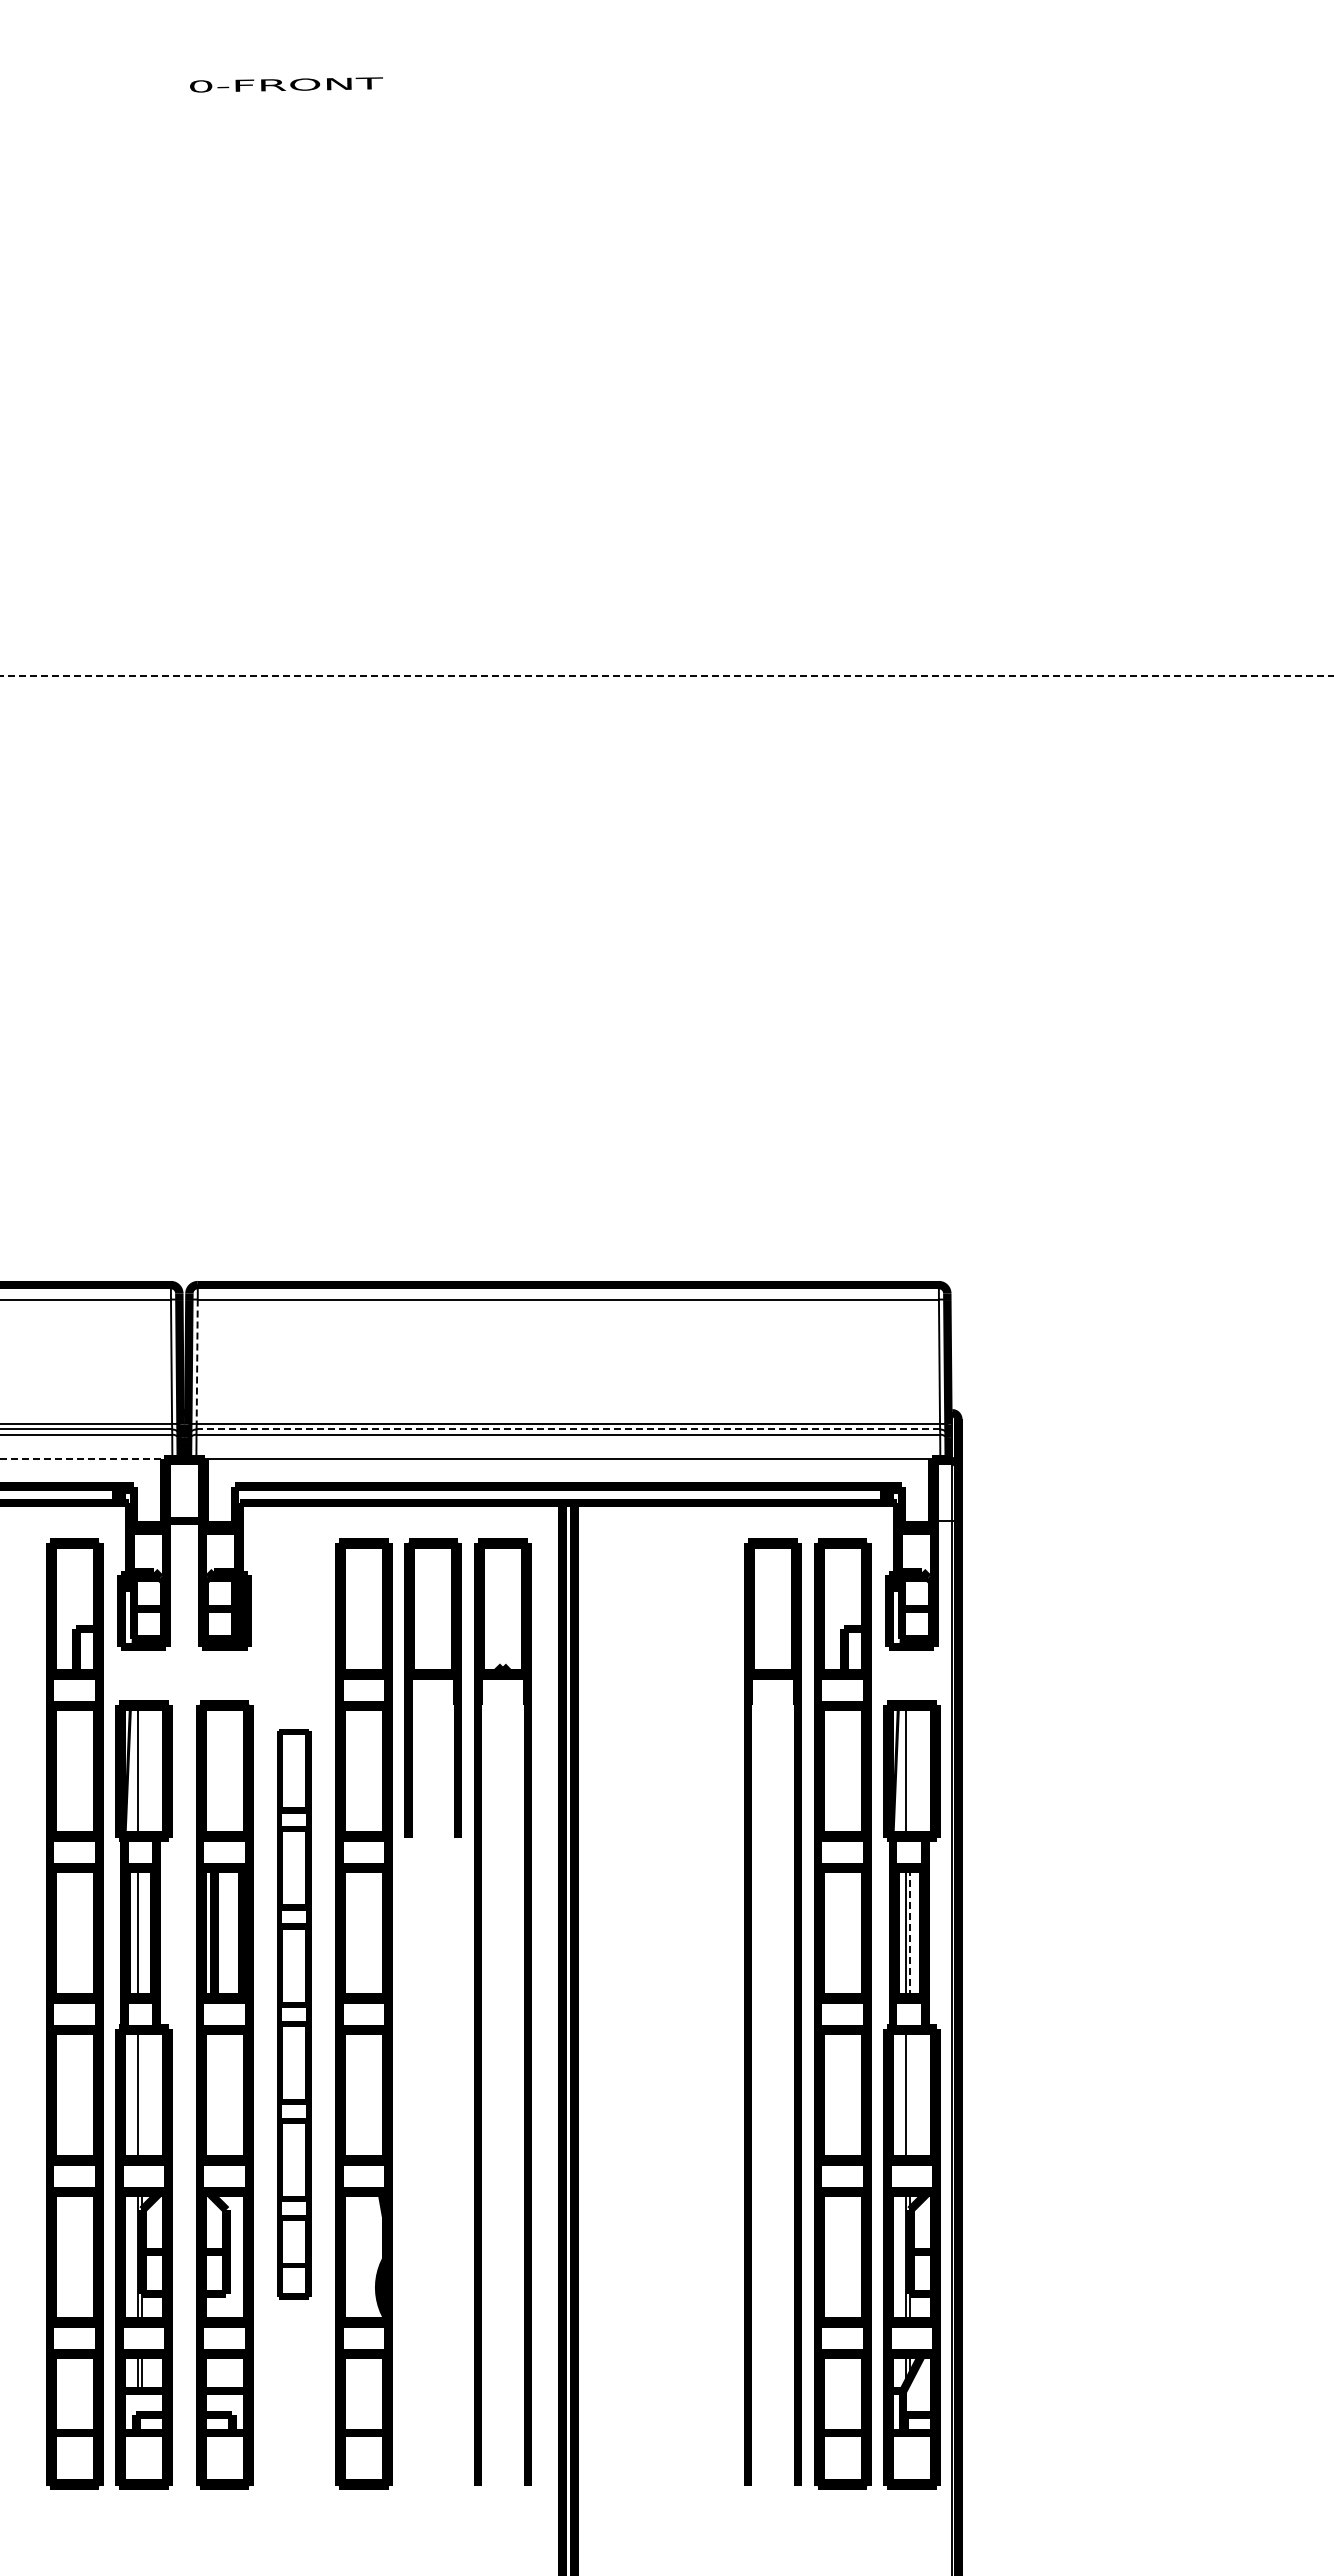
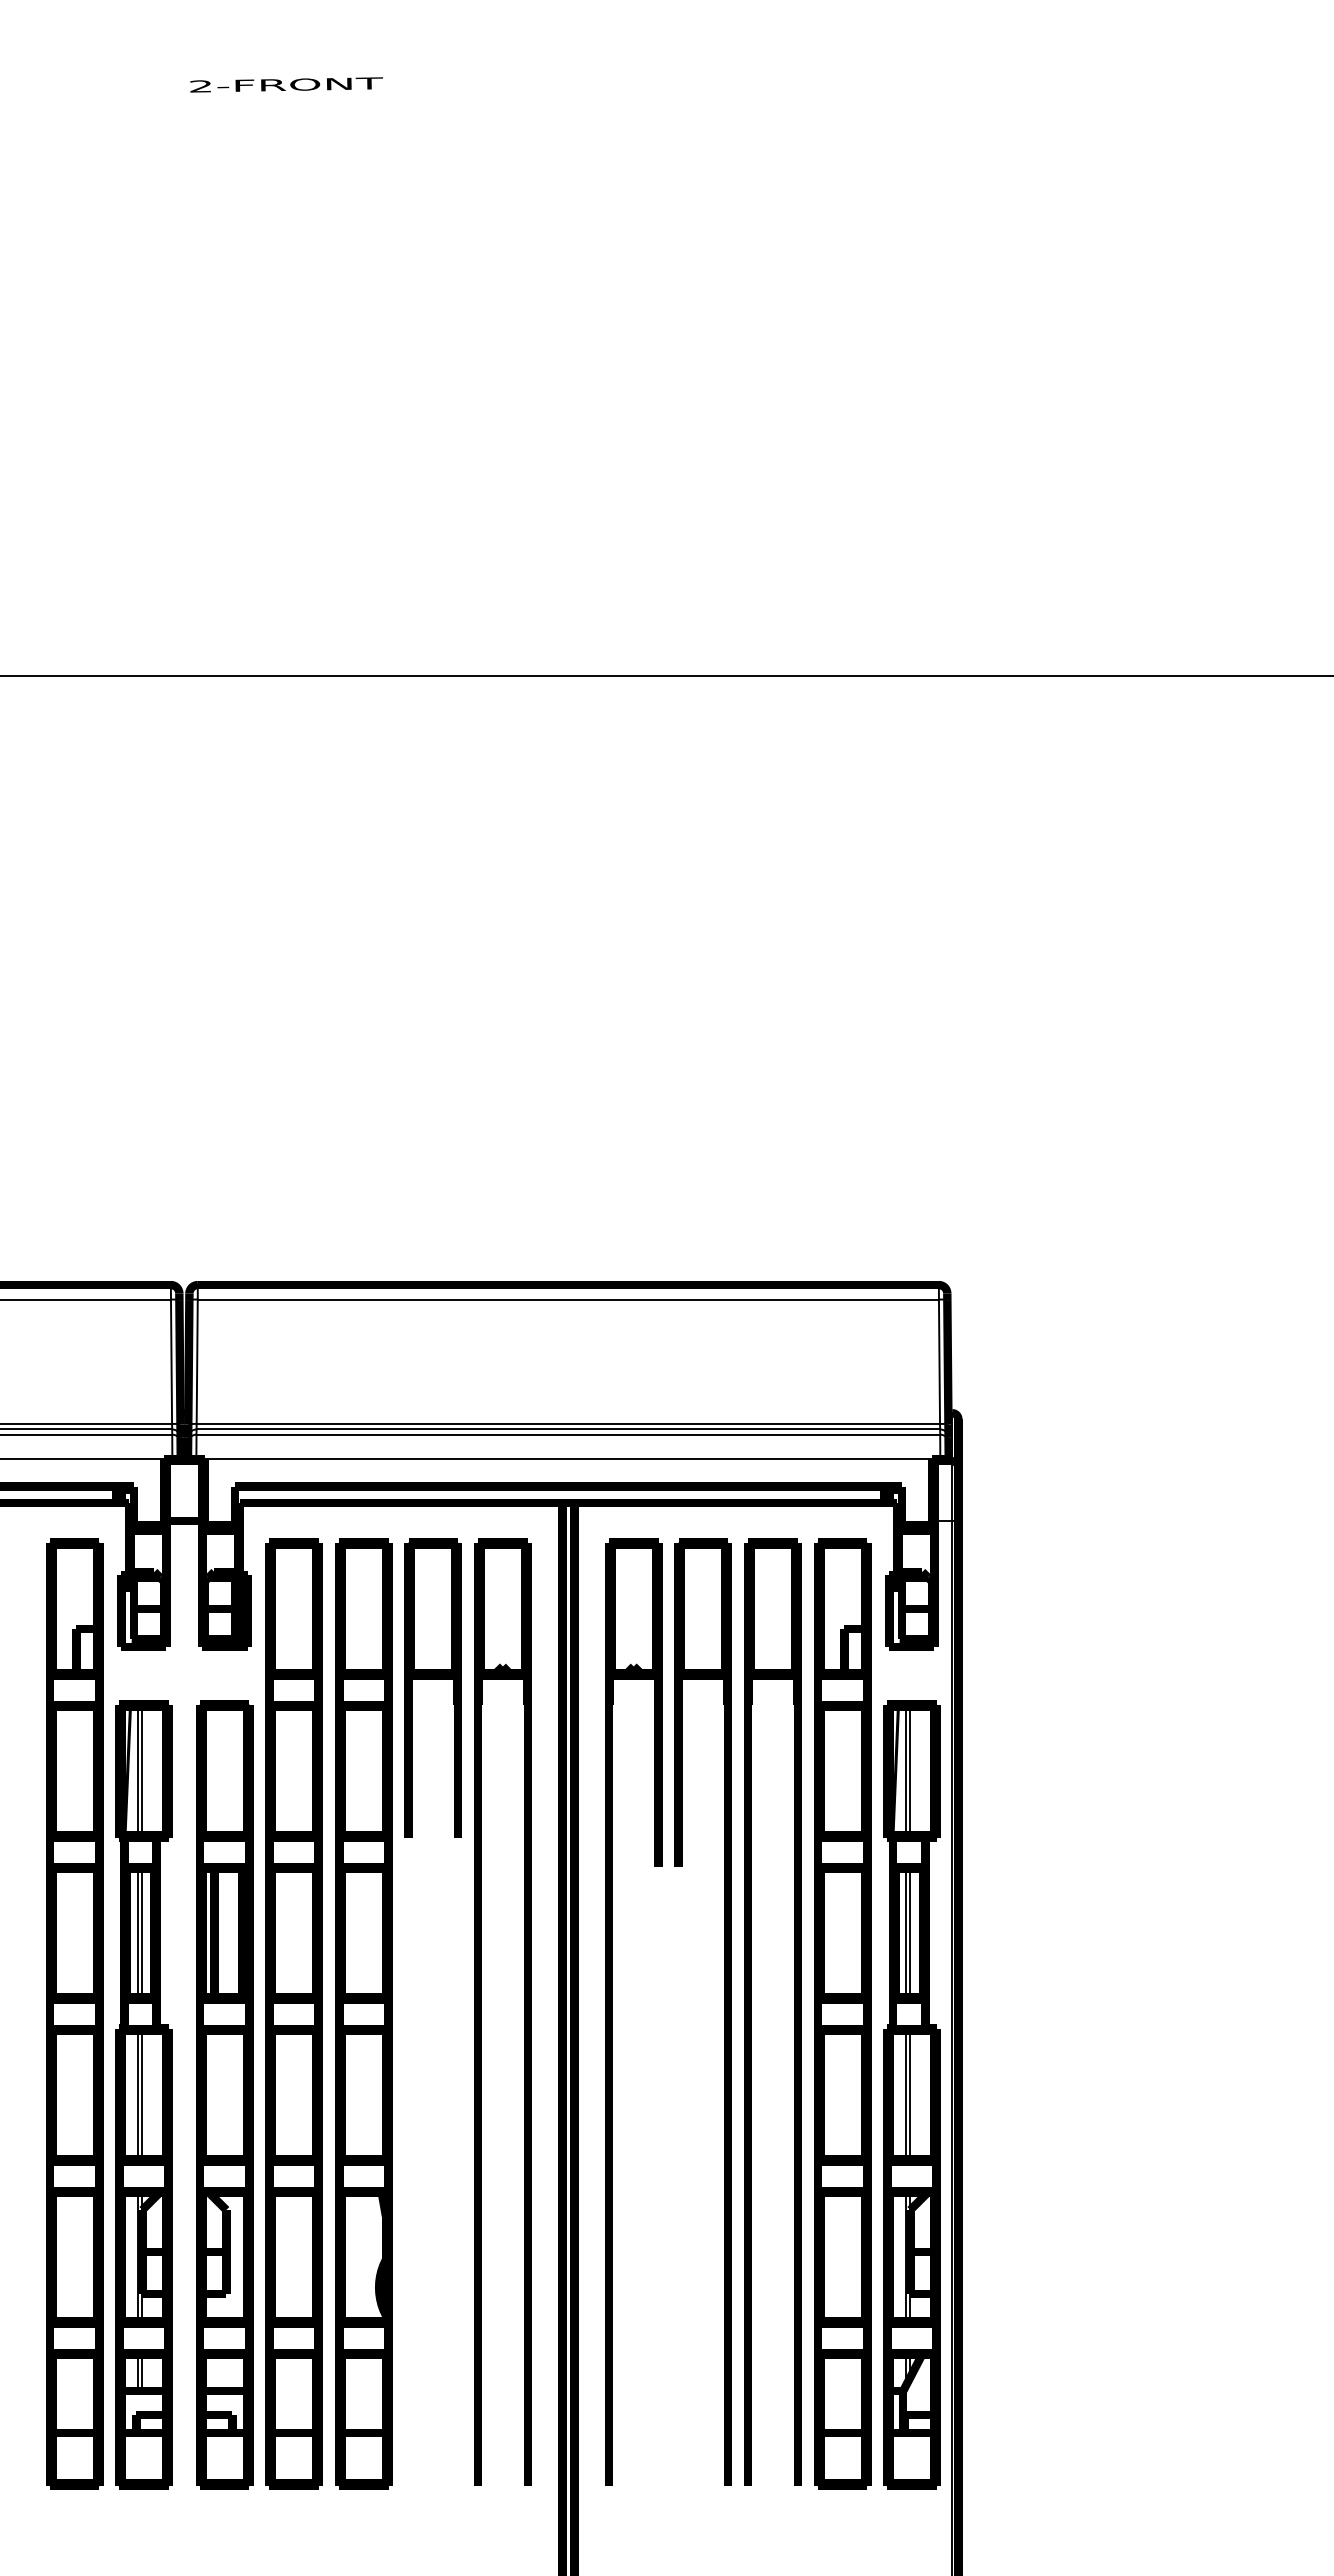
text at (201, 86): 0-FRONT -> 2-FRONT
line at (666, 676): dashed -> solid
line at (197, 1362): dashed -> solid
line at (568, 1429): dashed -> solid
line at (86, 1458): dashed -> solid
line at (142, 1771): none -> present
line at (910, 1771): none -> present
line at (142, 1933): none -> present
line at (910, 1933): dashed -> solid
part at (612, 2011): none -> present
part at (724, 2011): none -> present
part at (294, 2014) size: 35x571 px -> 58x952 px
line at (142, 2095): none -> present
line at (910, 2095): none -> present
